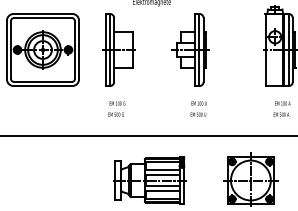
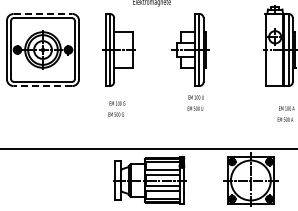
line at (43, 13): solid -> dashed
line at (42, 86): solid -> dashed
text at (198, 108) position: (198, 108) -> (195, 102)
text at (281, 108) position: (281, 108) -> (285, 113)
line at (148, 136) position: (148, 136) -> (148, 149)
